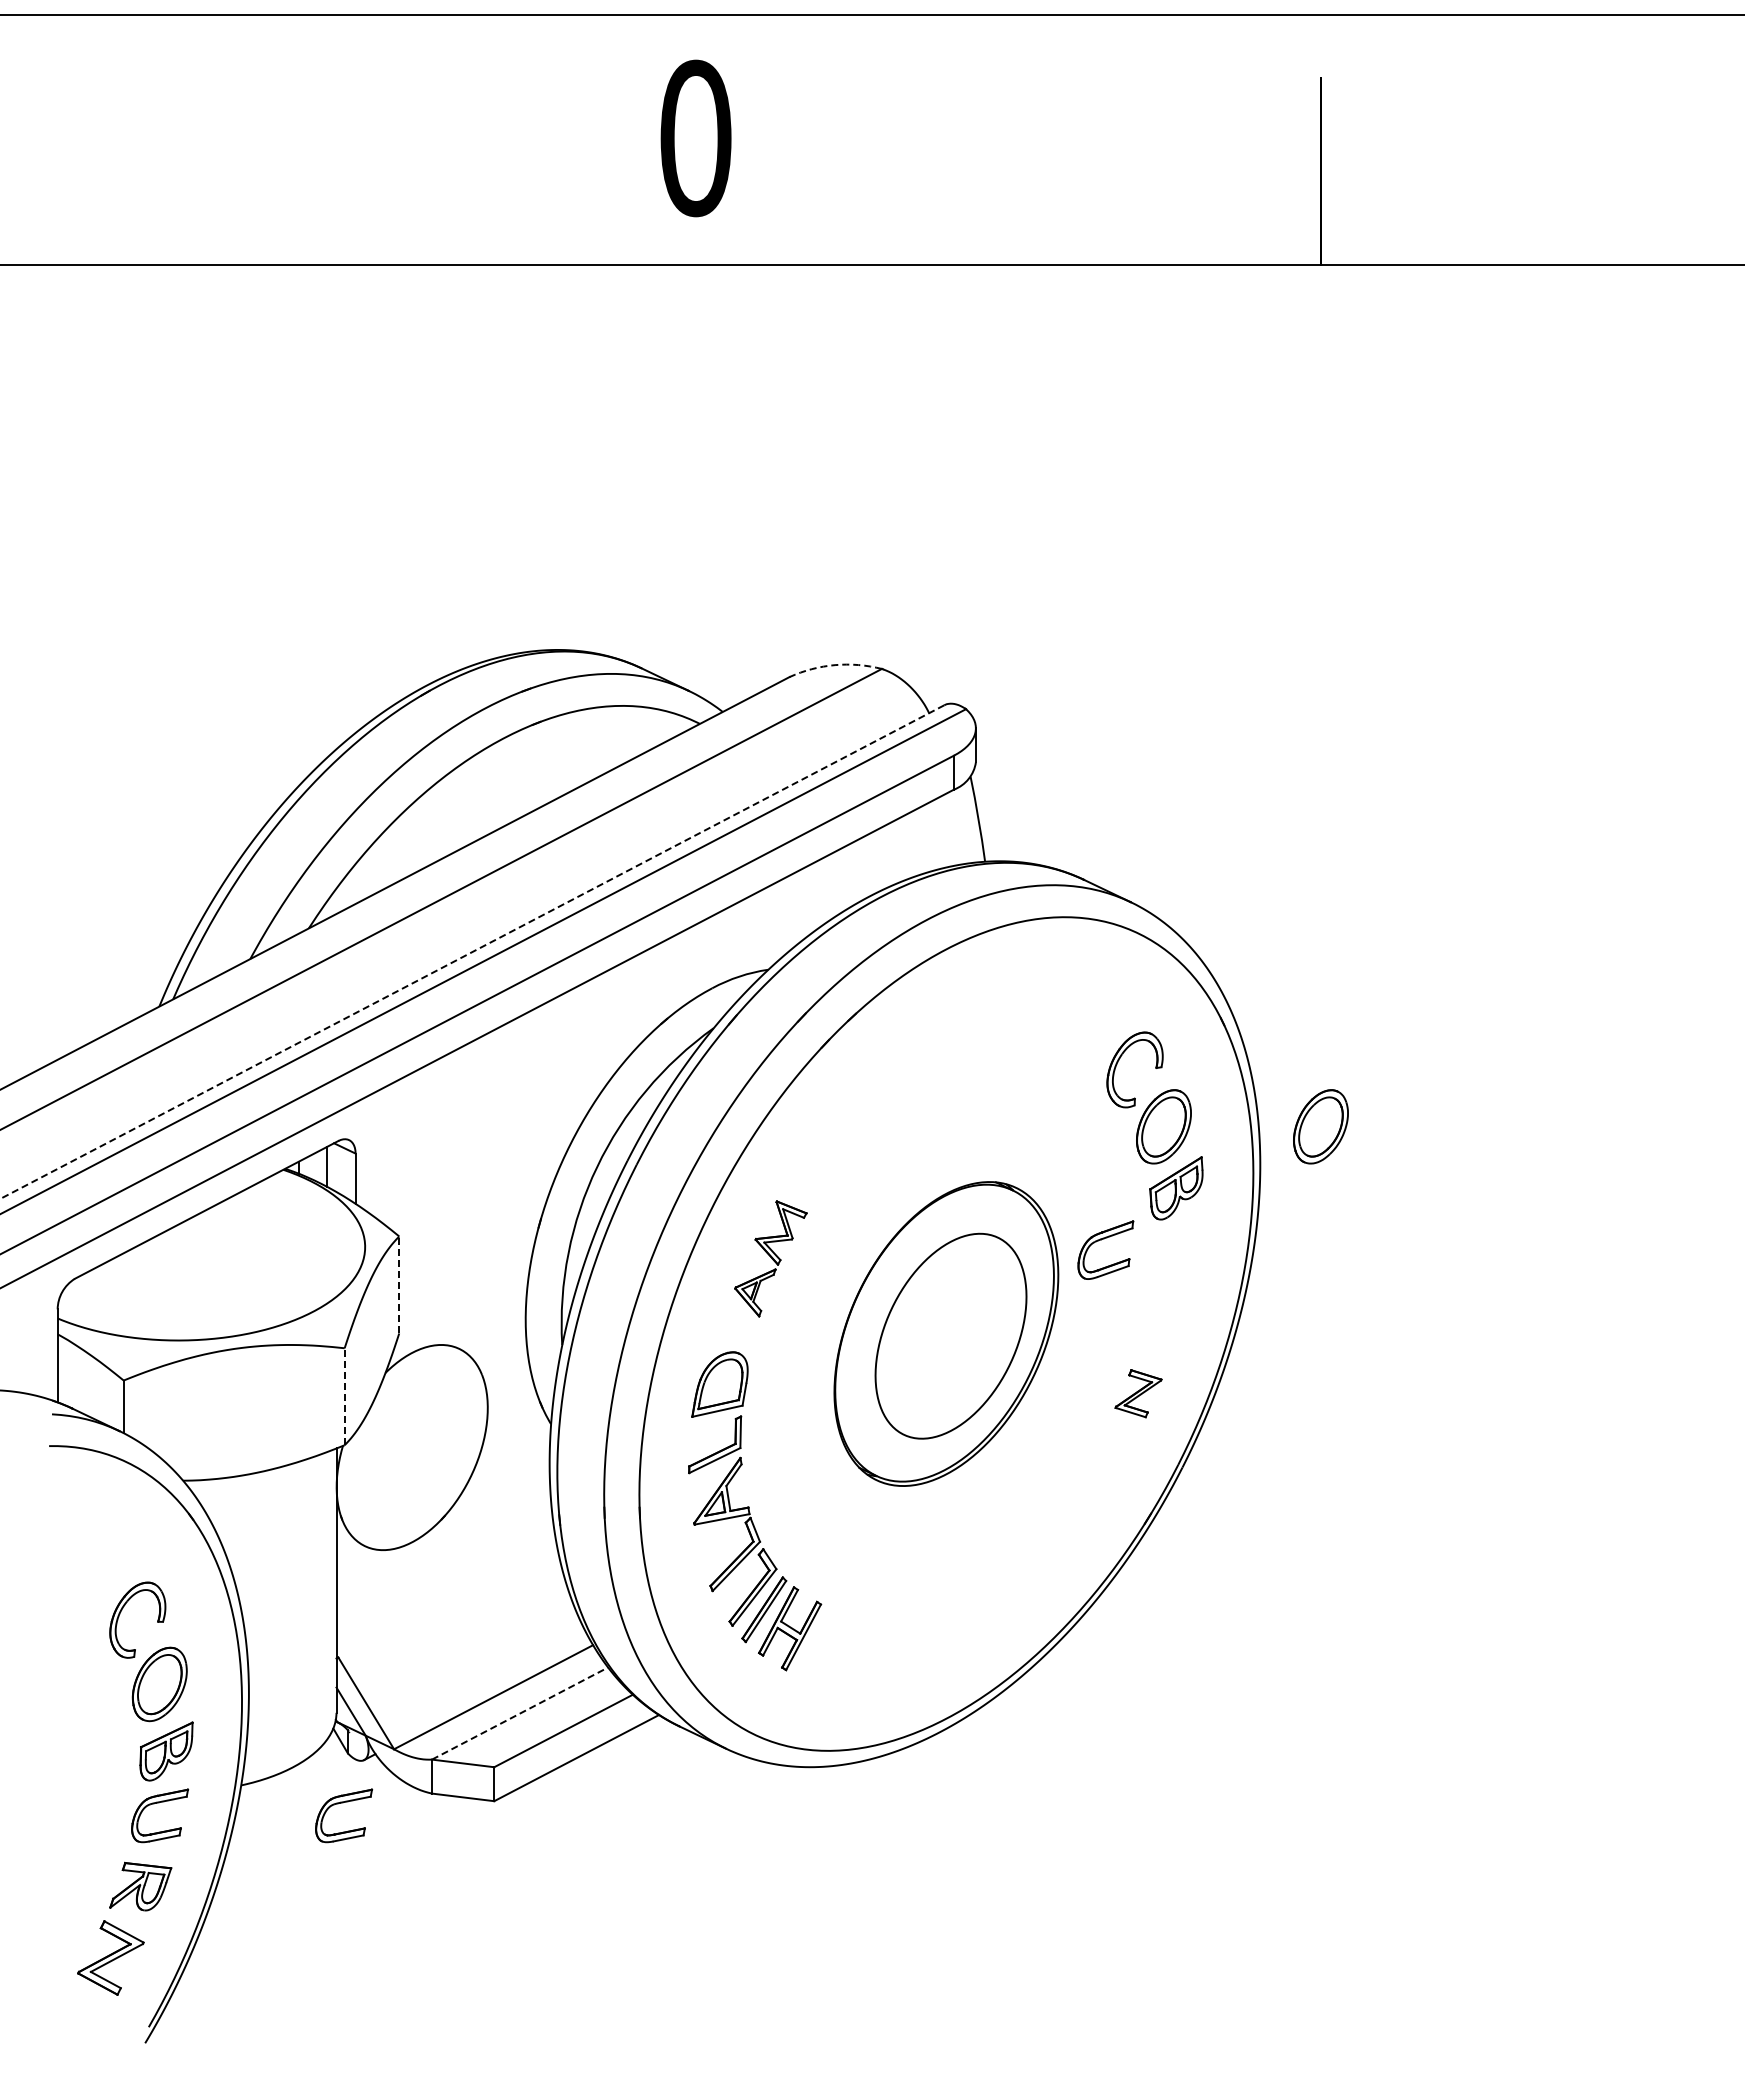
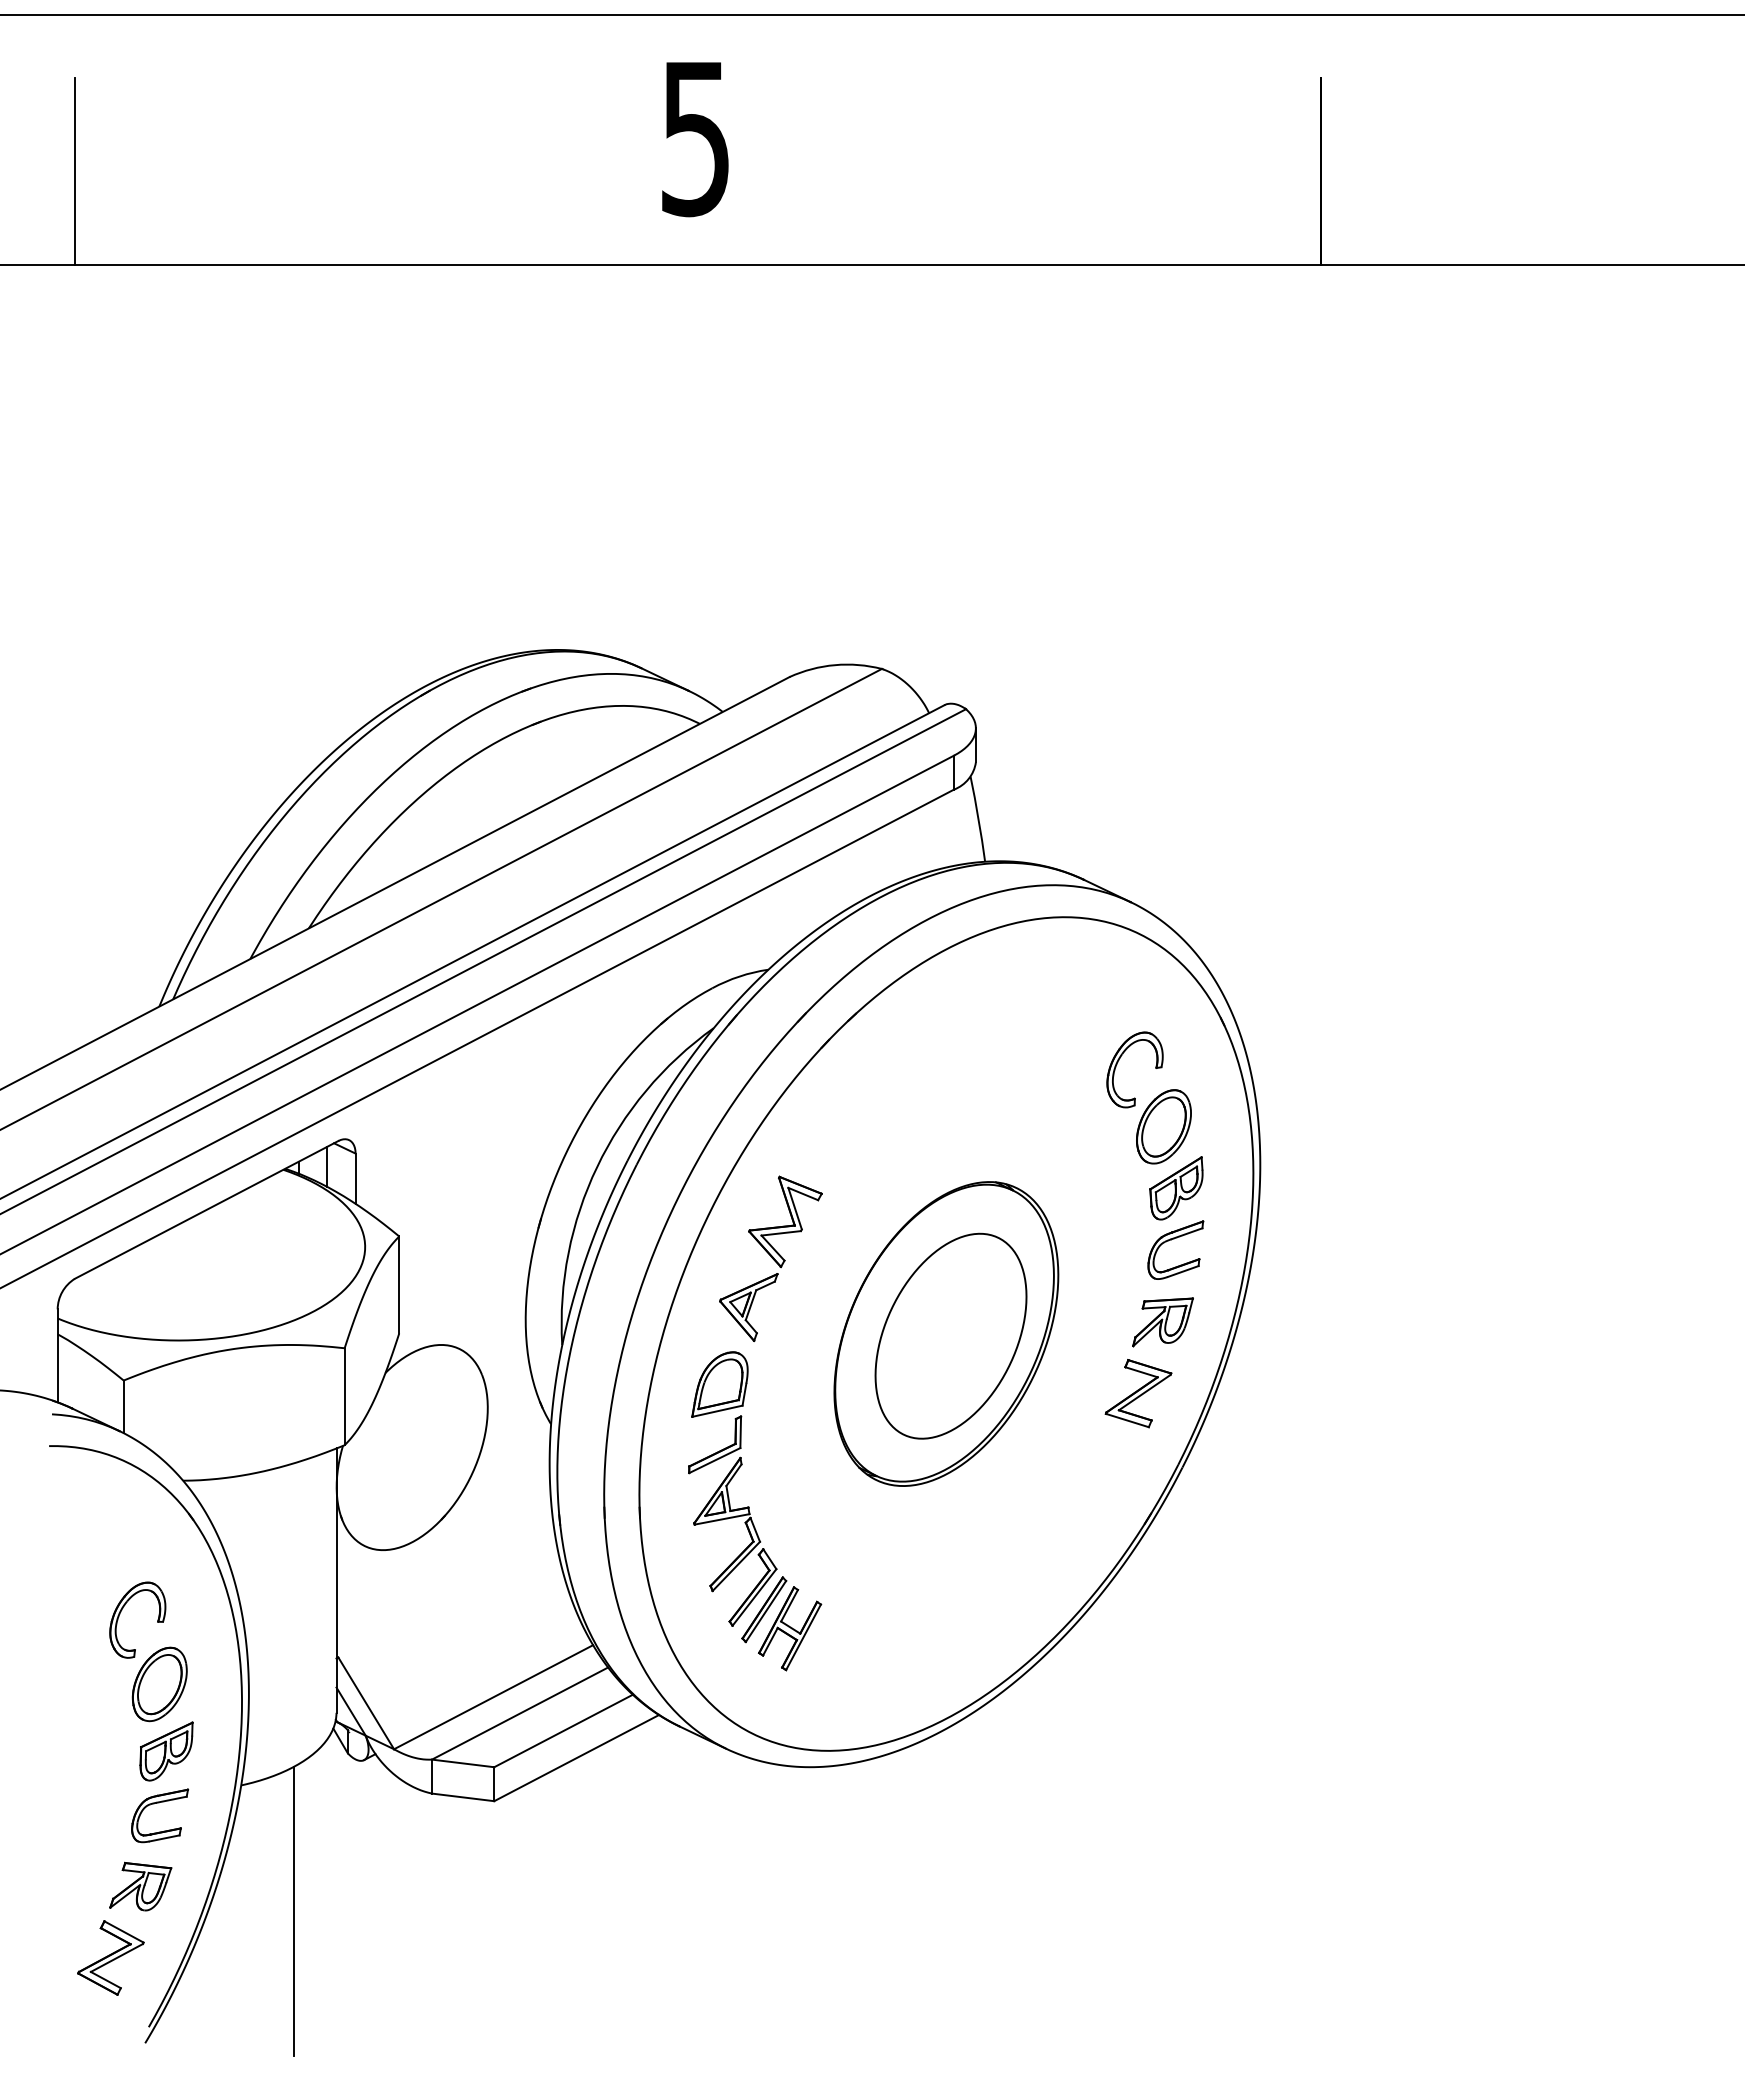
text at (695, 138): 0 -> 5
line at (74, 170): none -> present
arc at (835, 665): dashed -> solid
line at (472, 952): dashed -> solid
part at (1320, 1126): present -> none
part at (1101, 1240) position: (1101, 1240) -> (1171, 1240)
part at (770, 1258) size: 74x118 px -> 104x168 px
line at (399, 1284): dashed -> solid
part at (1162, 1322): none -> present
part at (1138, 1393) size: 49x50 px -> 69x70 px
line at (344, 1396): dashed -> solid
line at (520, 1713): dashed -> solid
part at (343, 1803): present -> none
line at (294, 1911): none -> present
